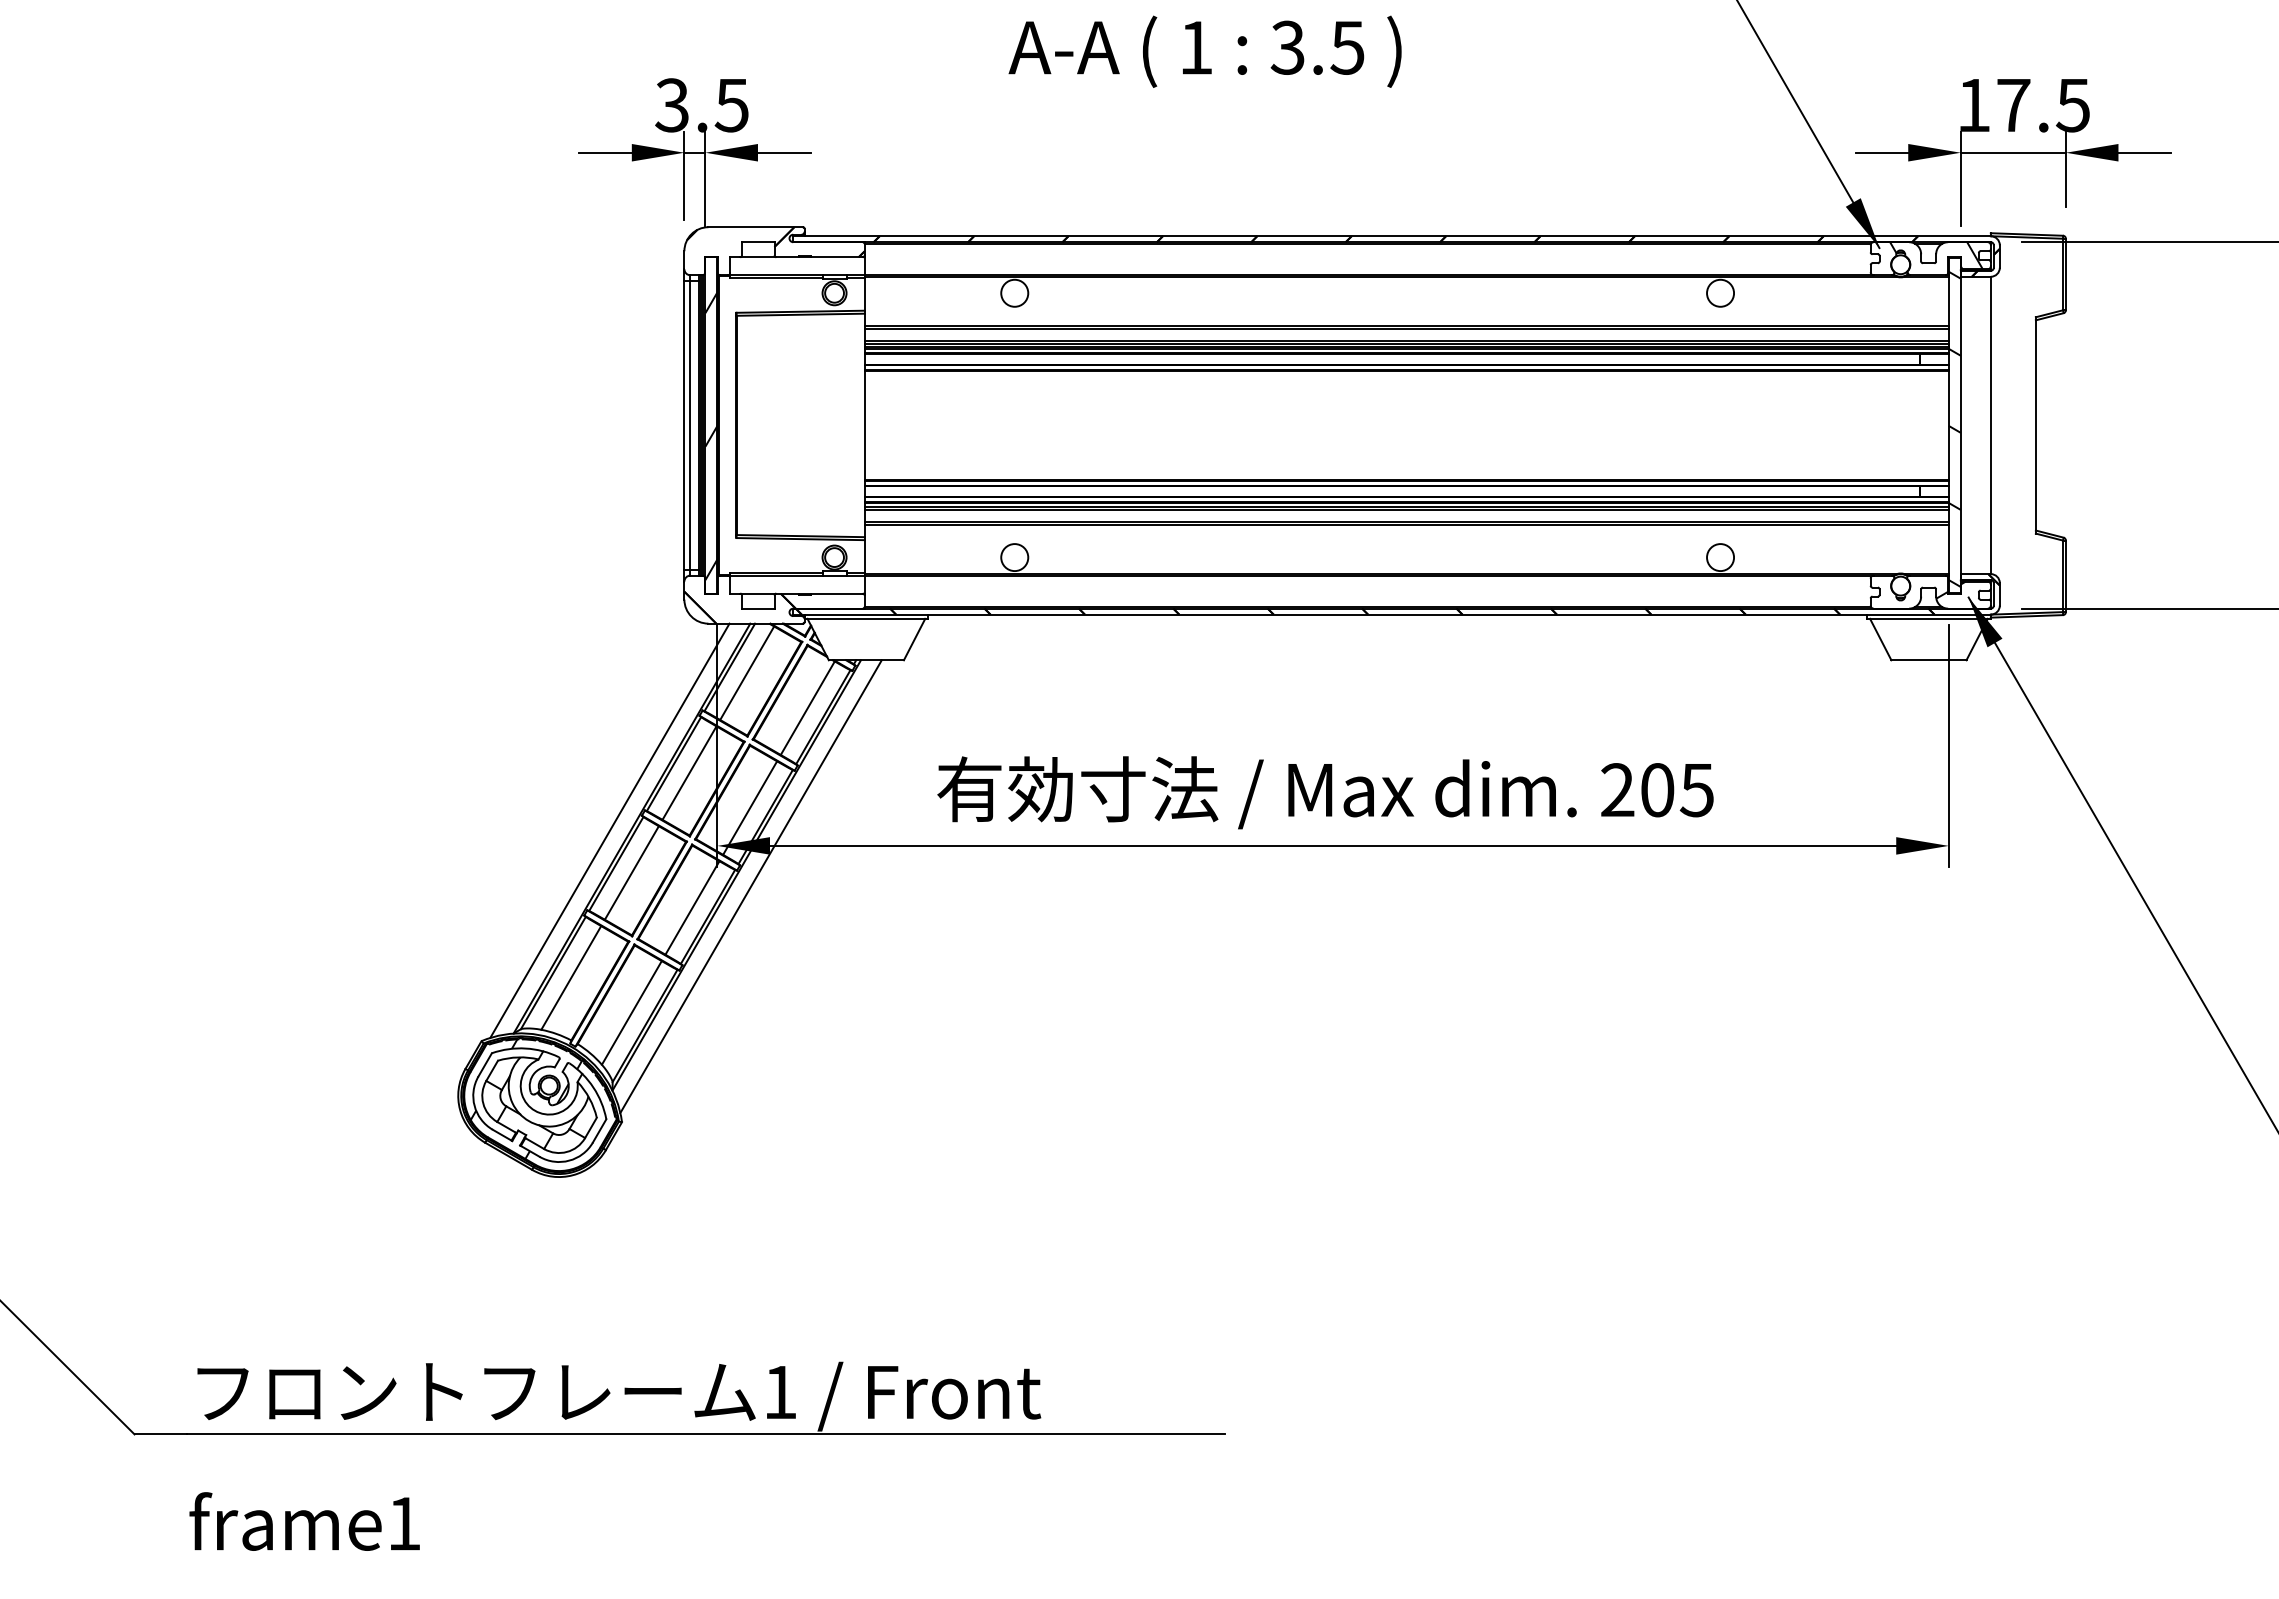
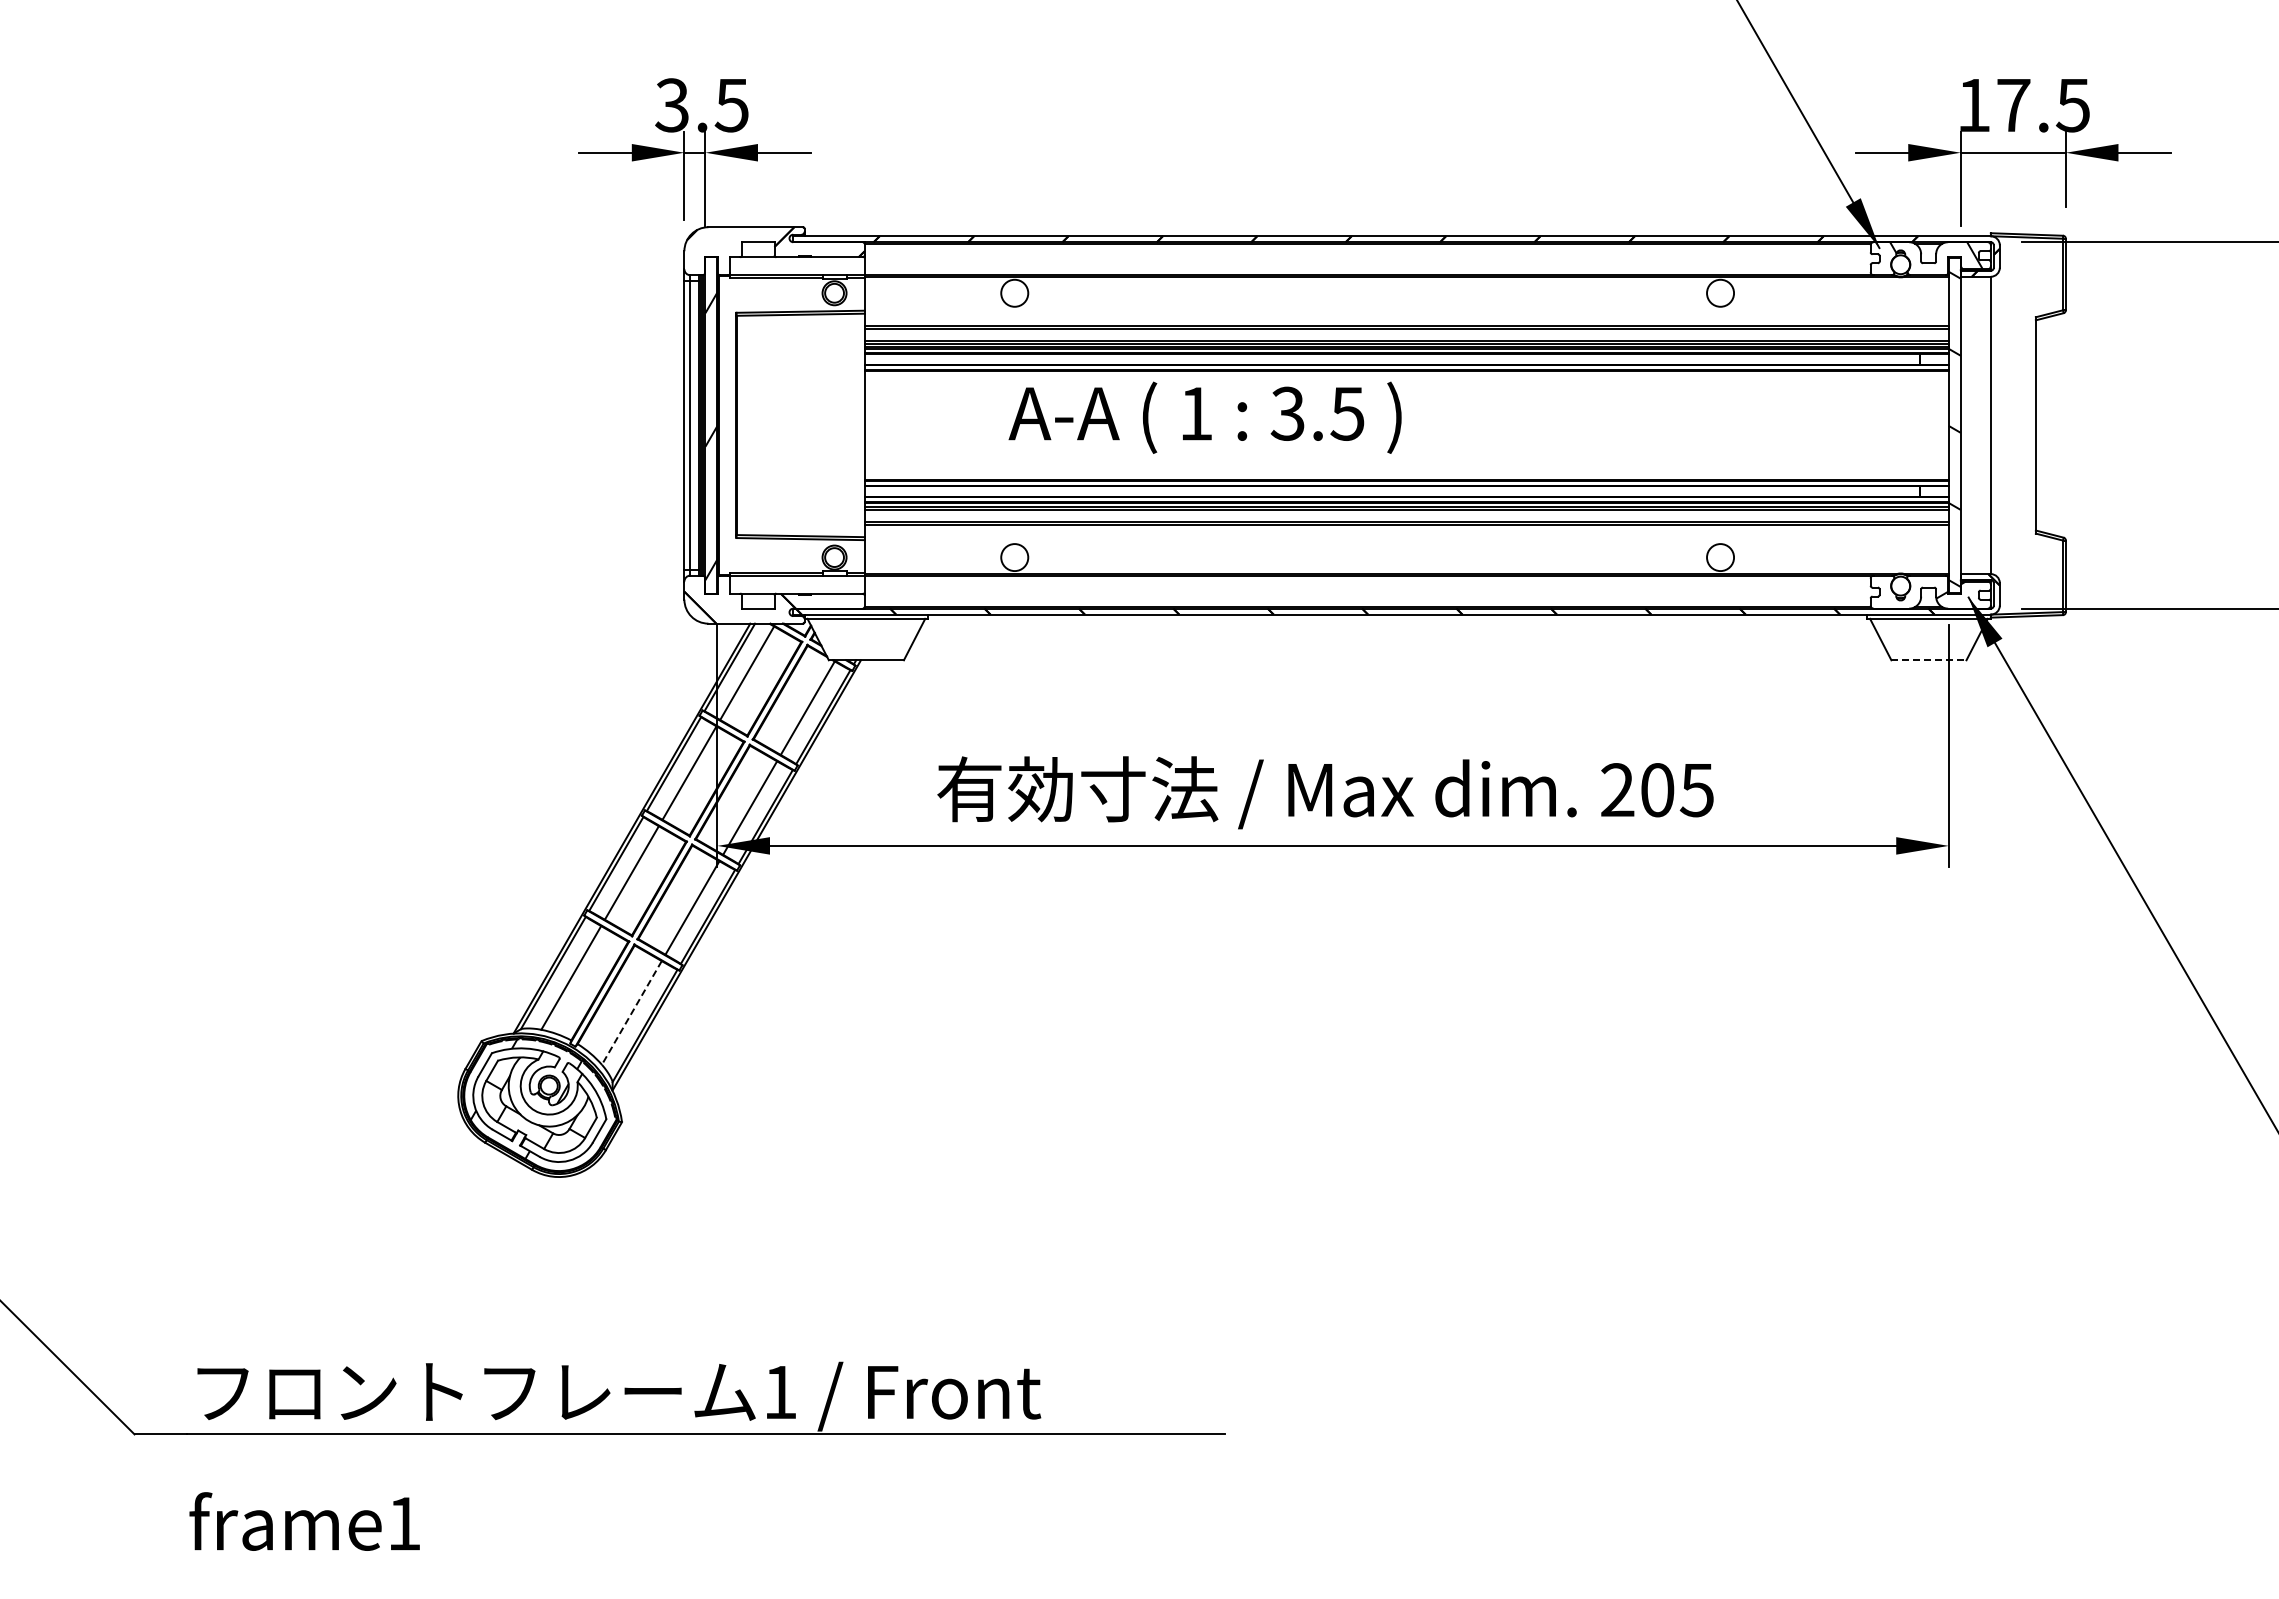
text at (1204, 51) position: (1204, 51) -> (1204, 417)
line at (1928, 660): solid -> dashed
line at (609, 830): present -> none
line at (750, 886): present -> none
line at (631, 1012): solid -> dashed
